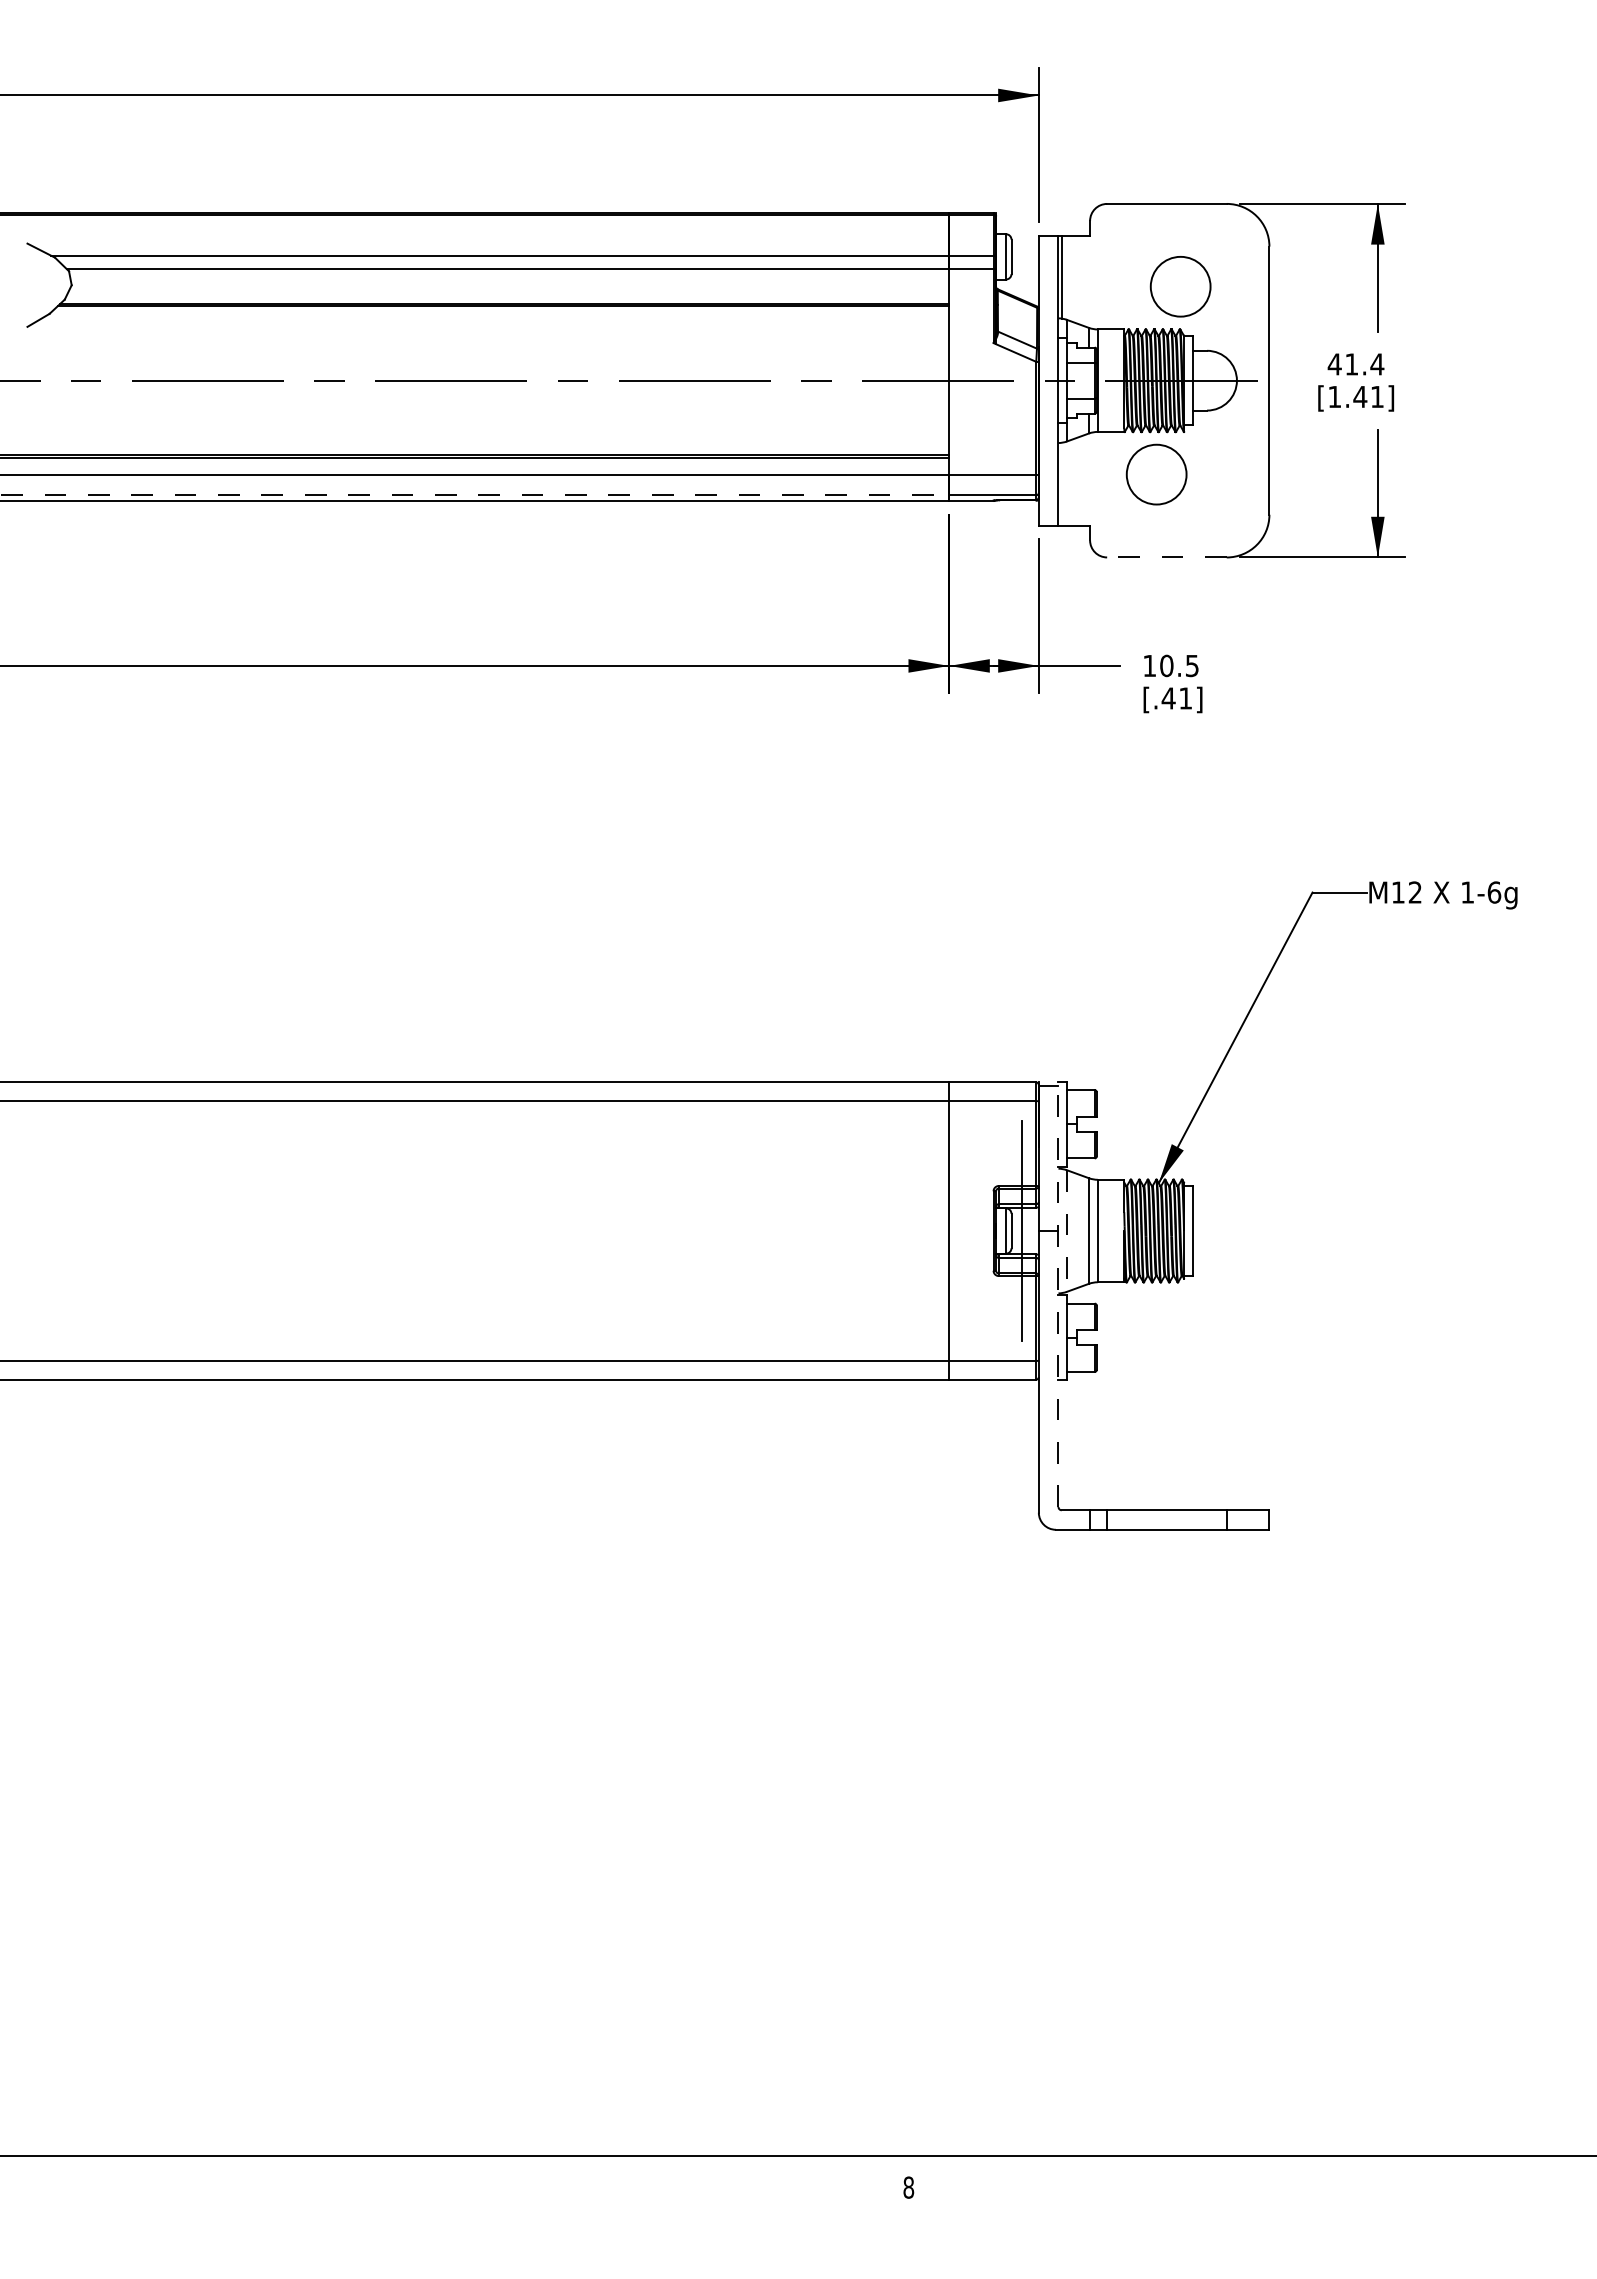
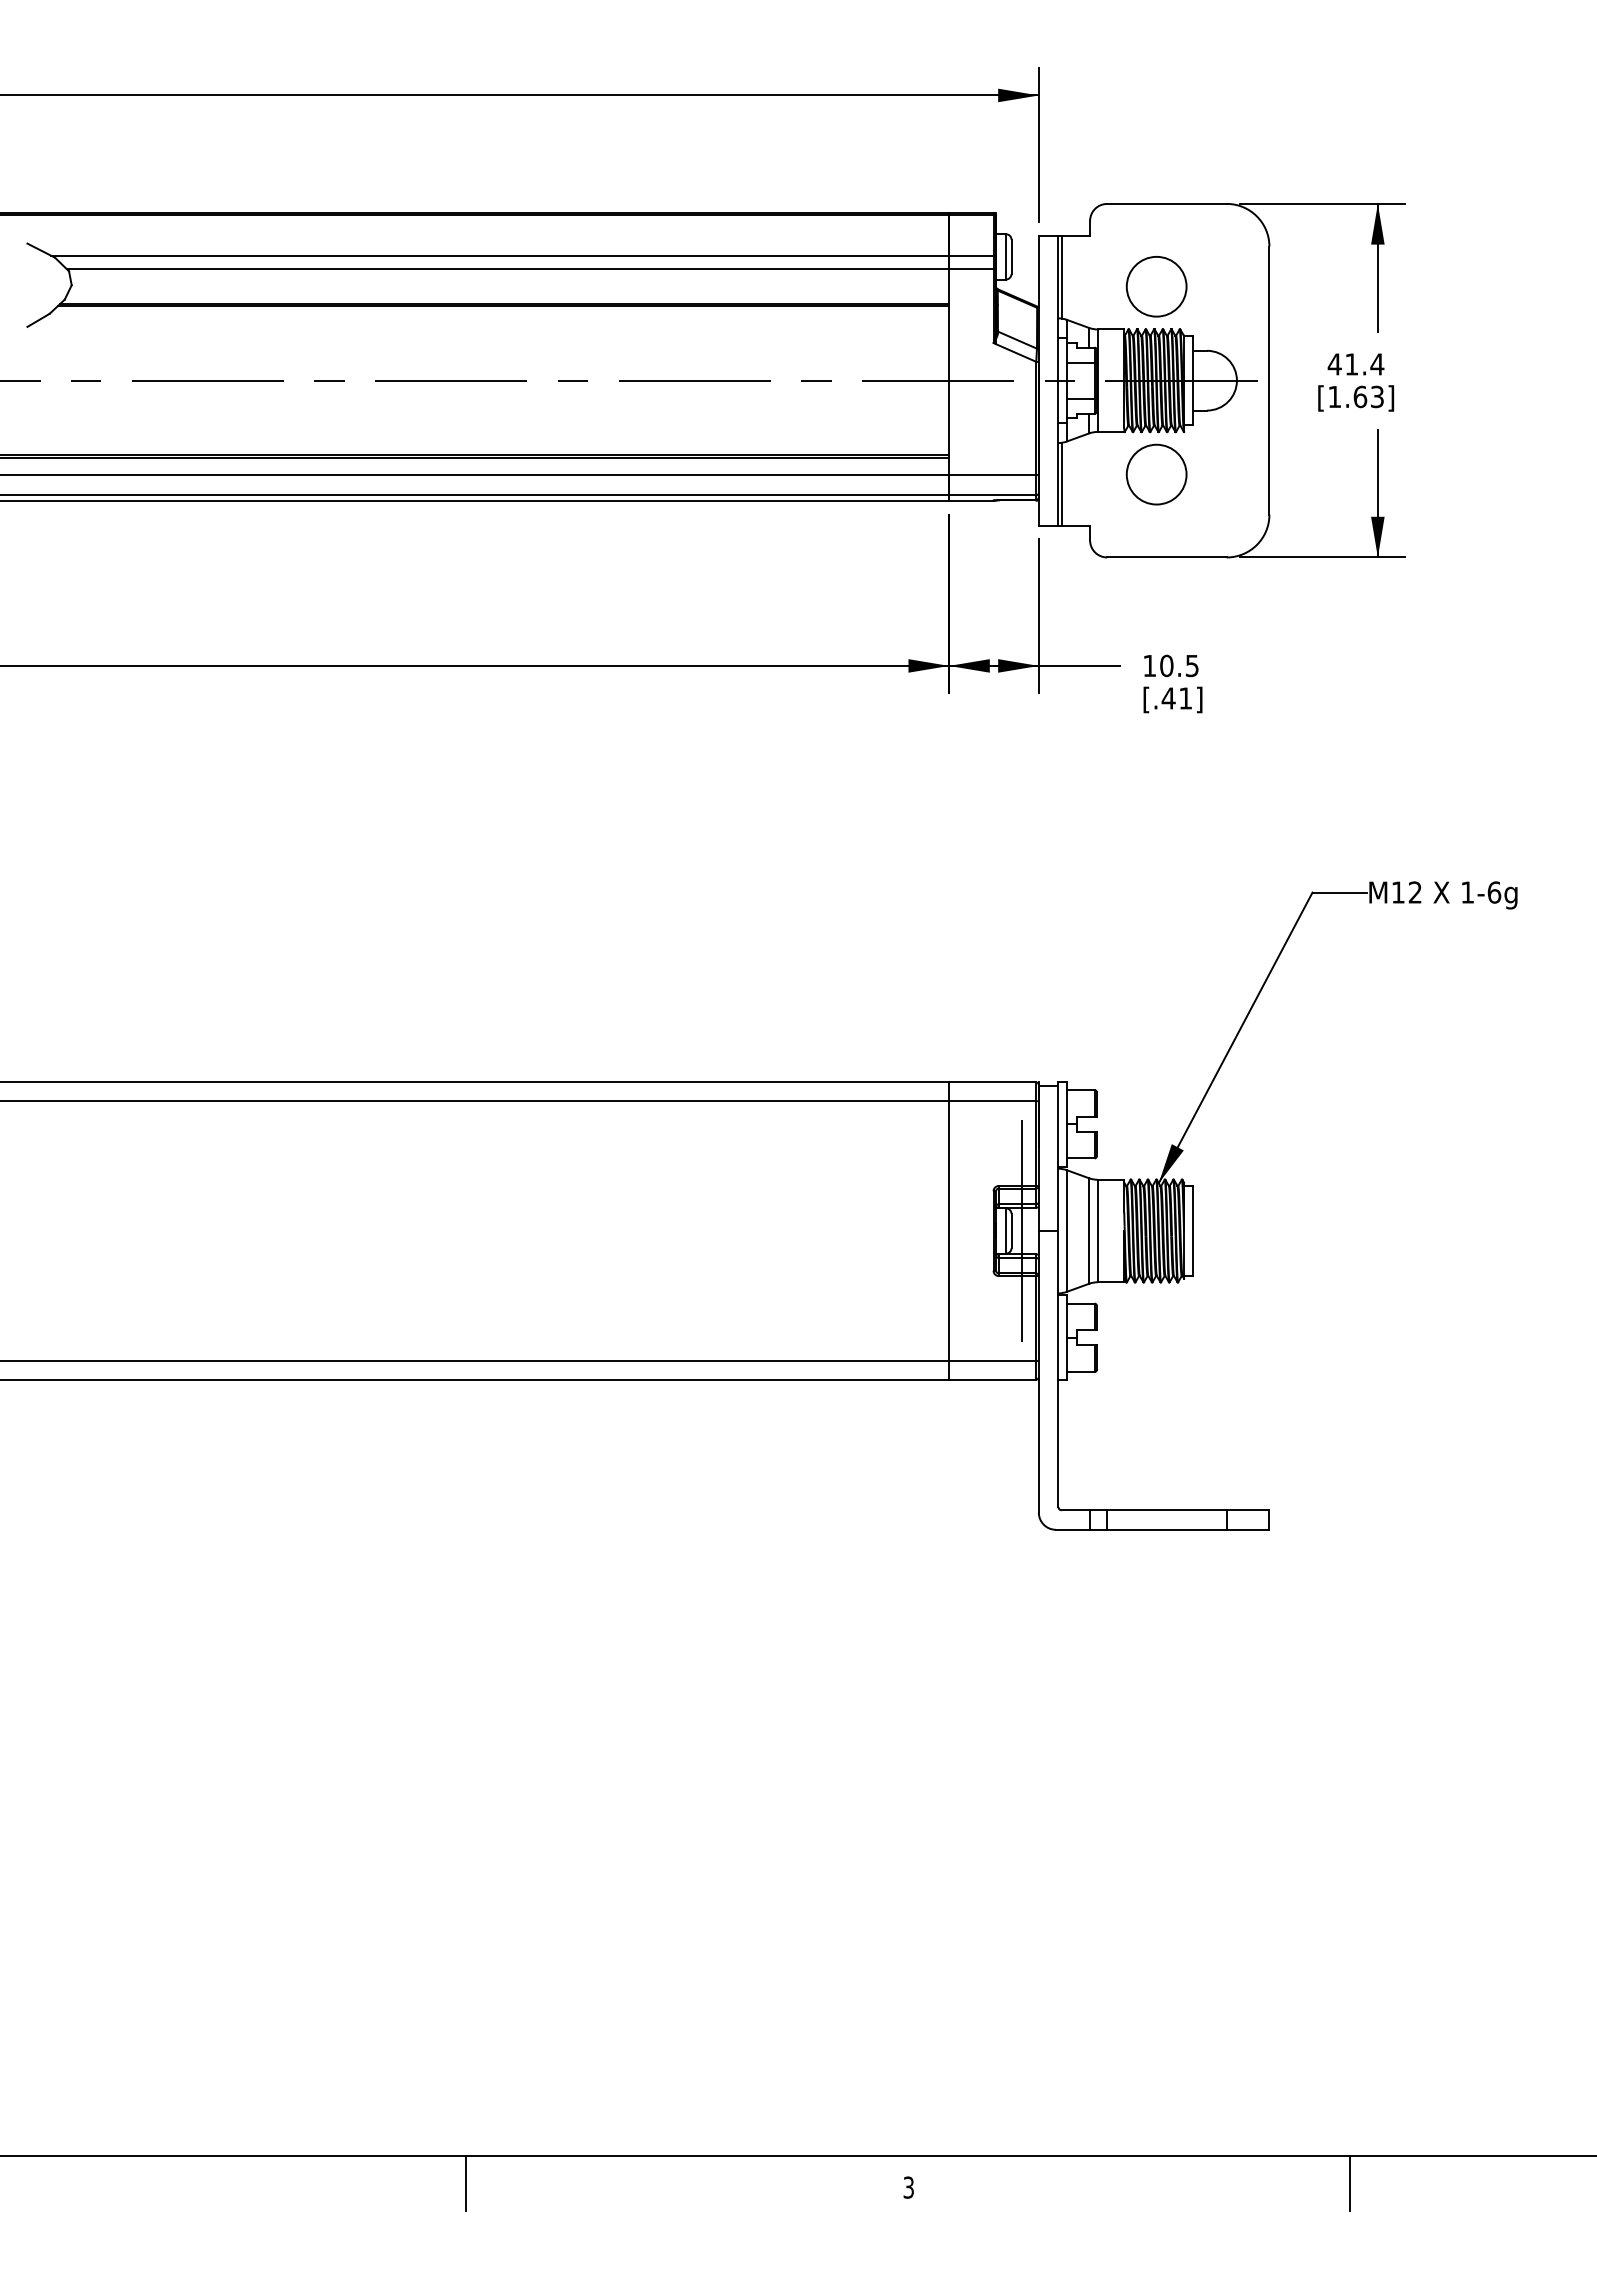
circle at (1180, 286) position: (1180, 286) -> (1156, 286)
text at (1368, 396): [1.41] -> [1.63]
line at (1061, 483): none -> present
line at (475, 495): dashed -> solid
line at (1166, 557): dashed -> solid
line at (1066, 1231): dashed -> solid
line at (1058, 1294): dashed -> solid
line at (465, 2183): none -> present
line at (1349, 2183): none -> present
text at (908, 2187): 8 -> 3
